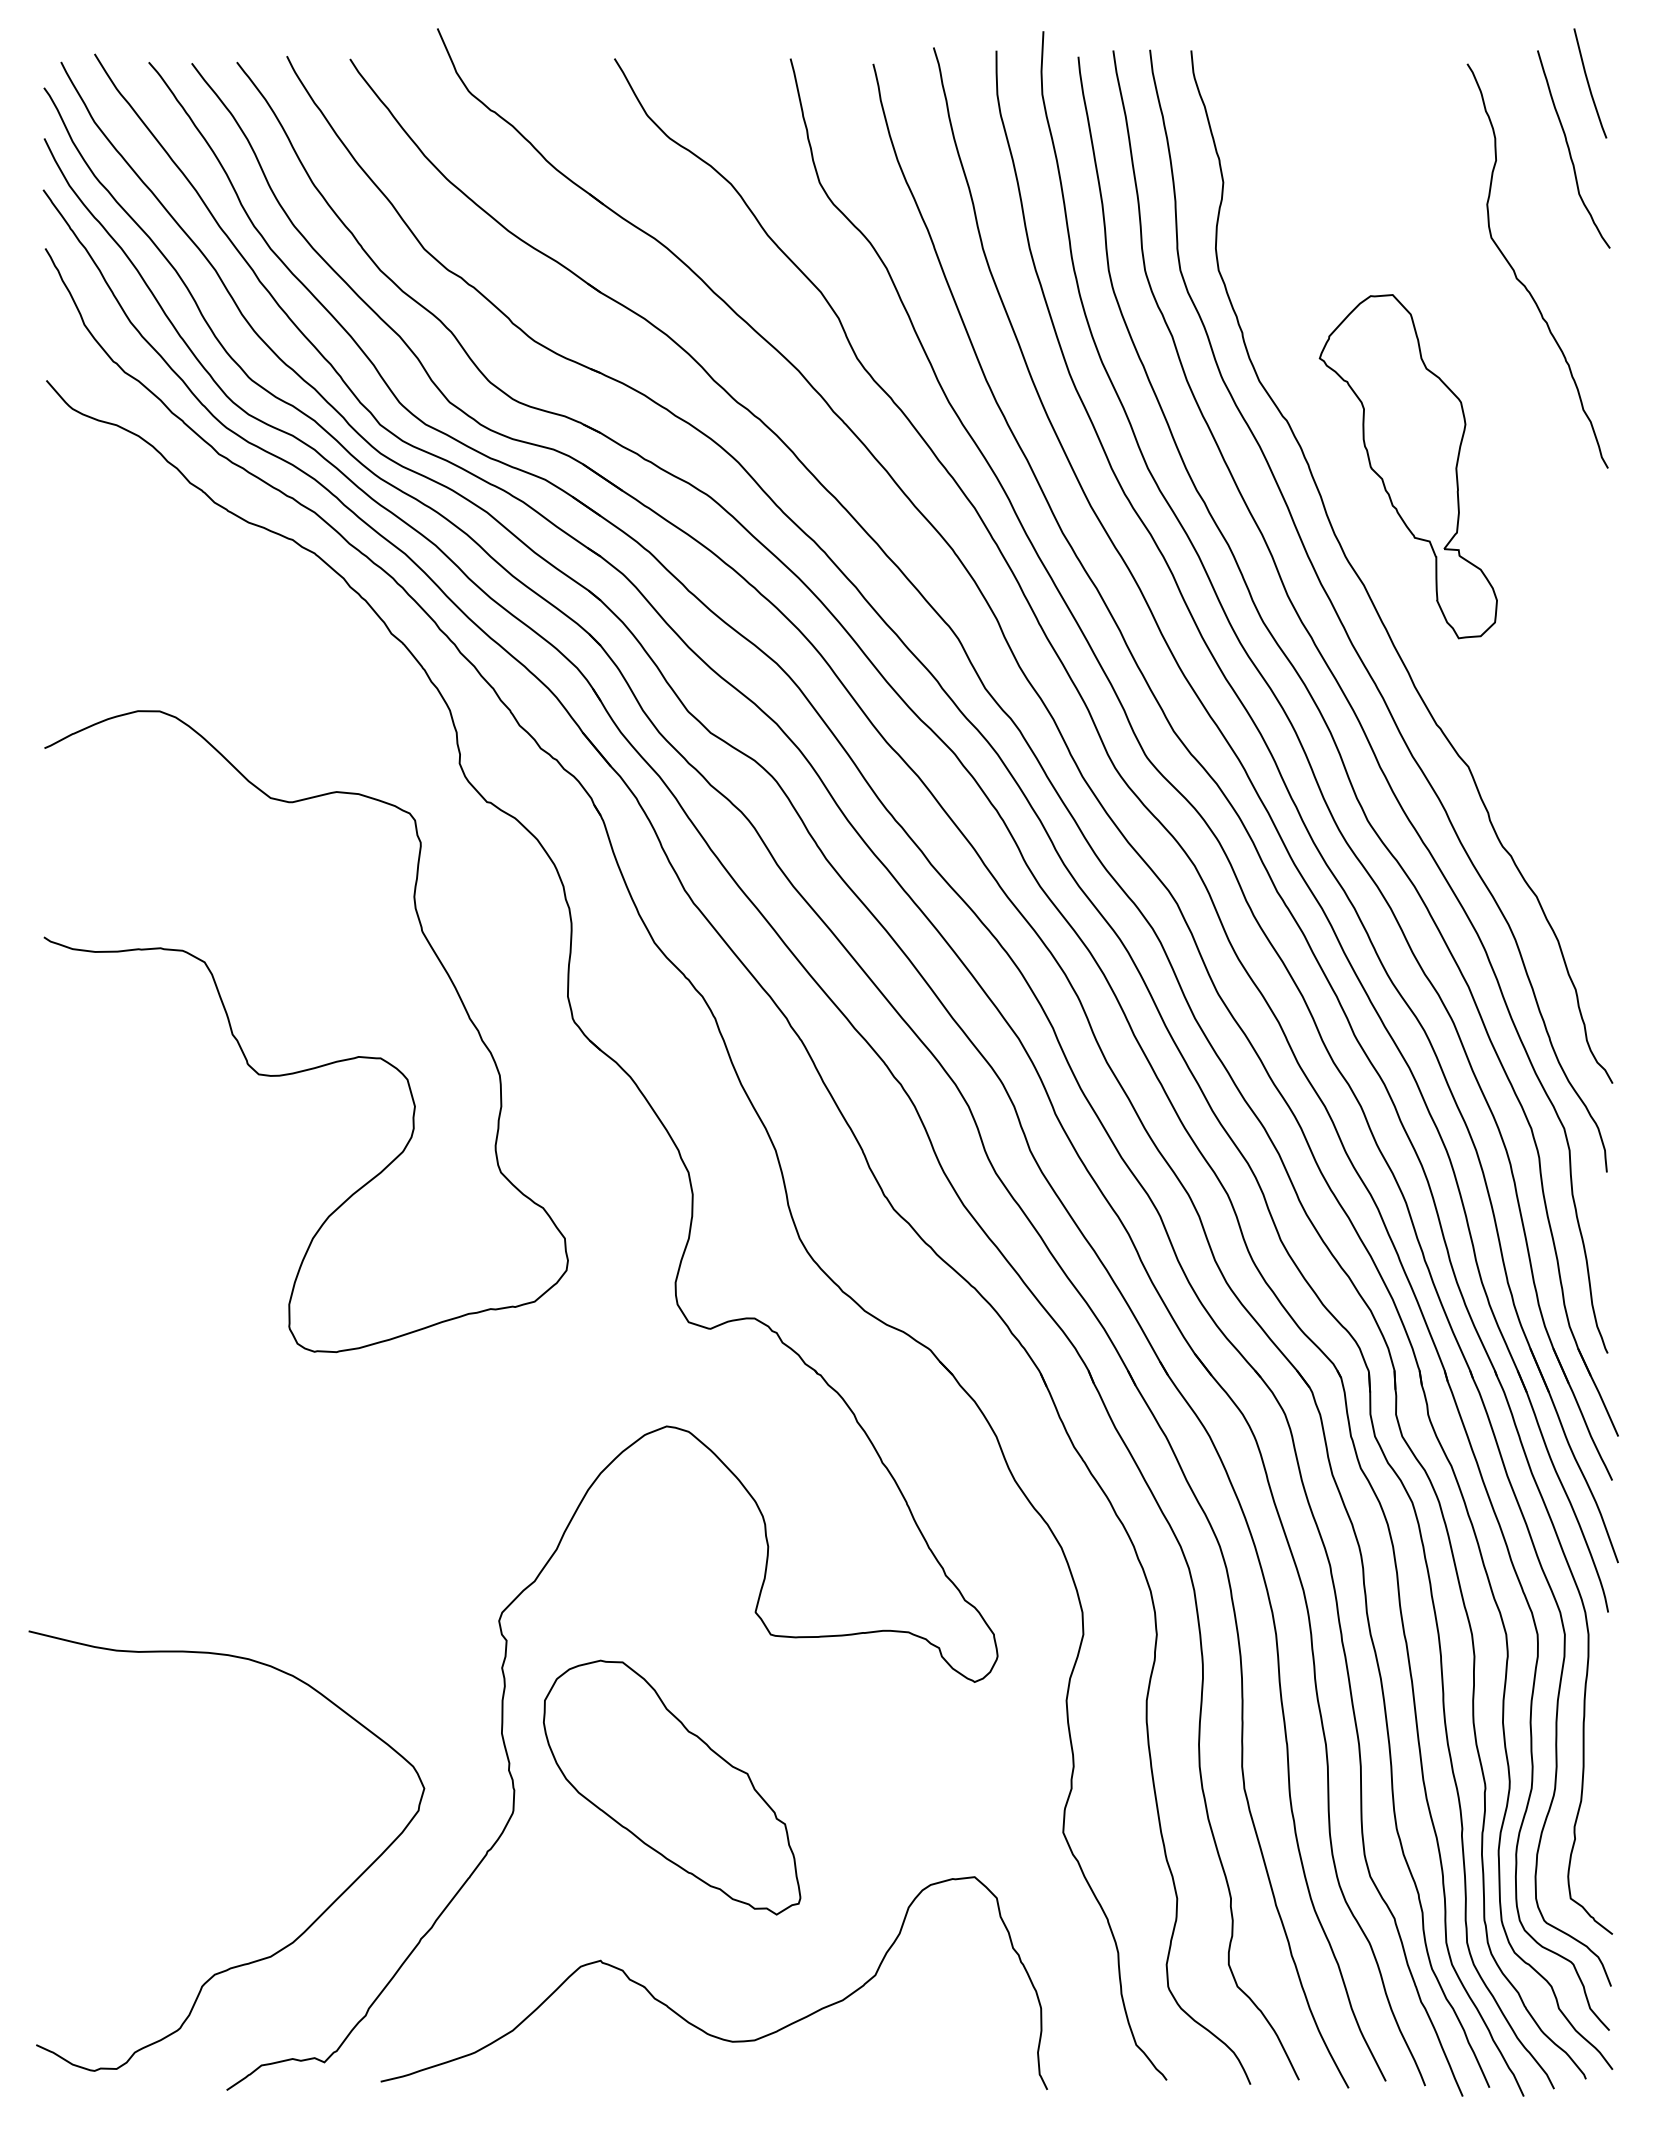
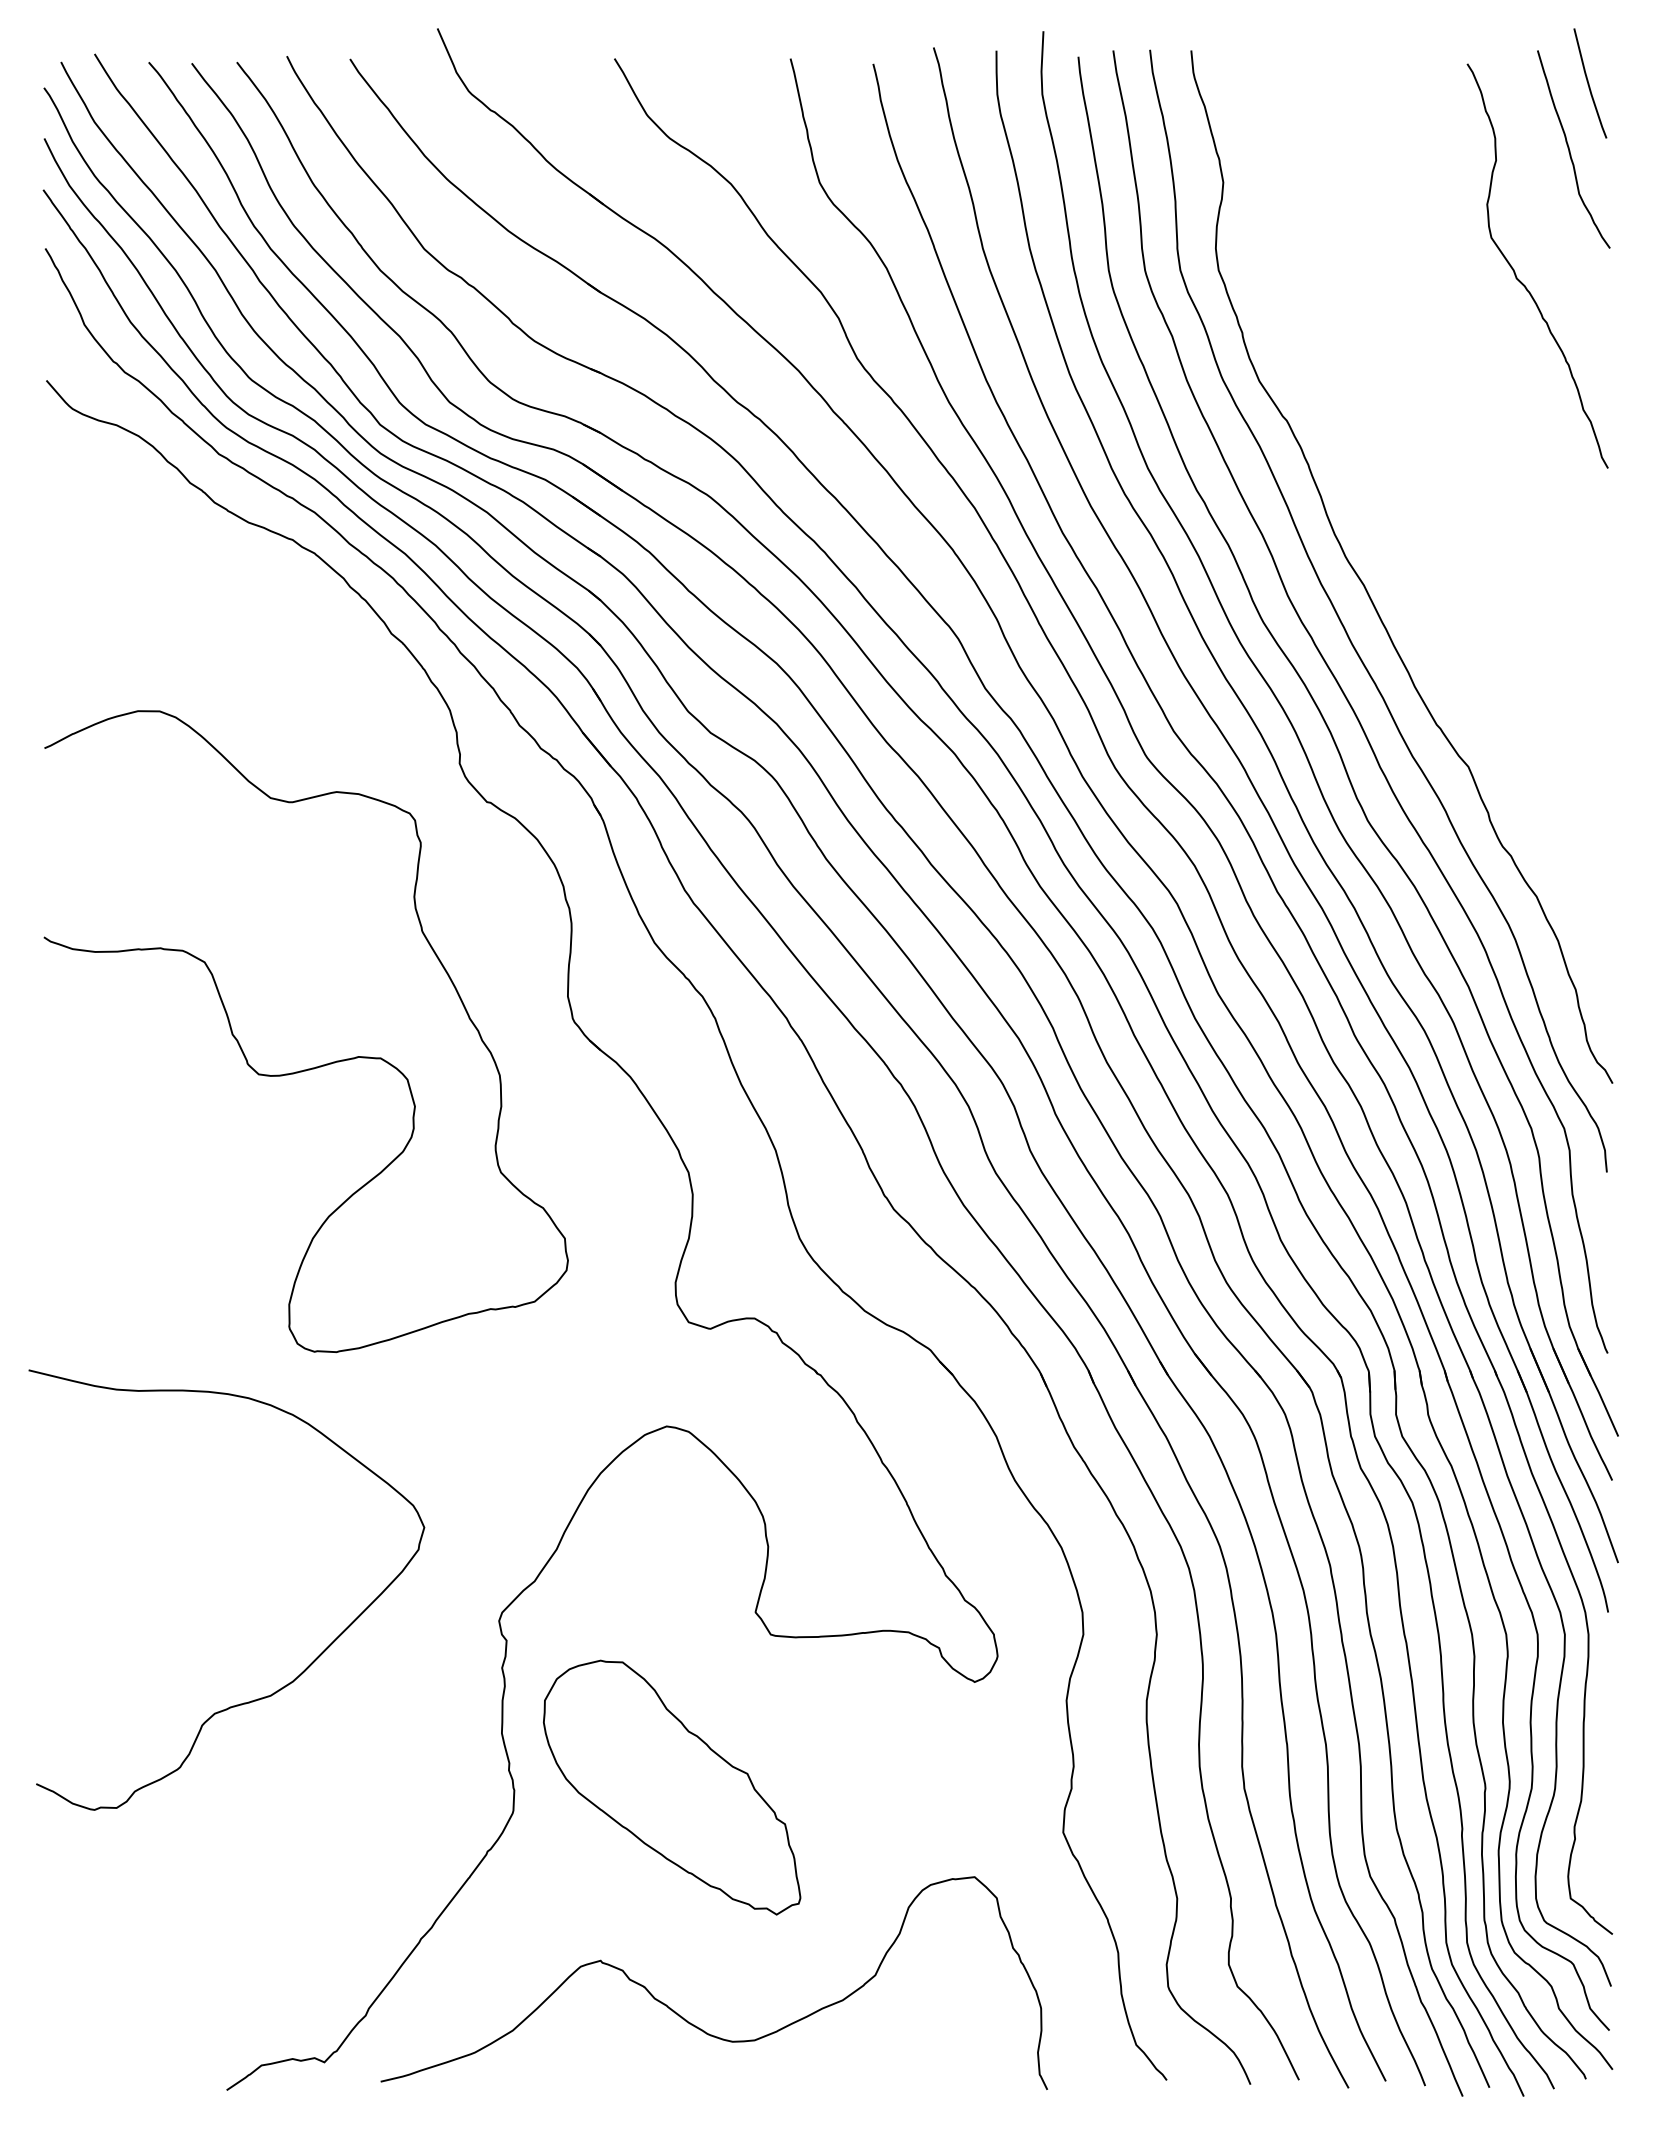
part at (1407, 466): present -> none
curve at (305, 1929) position: (305, 1929) -> (305, 1668)
